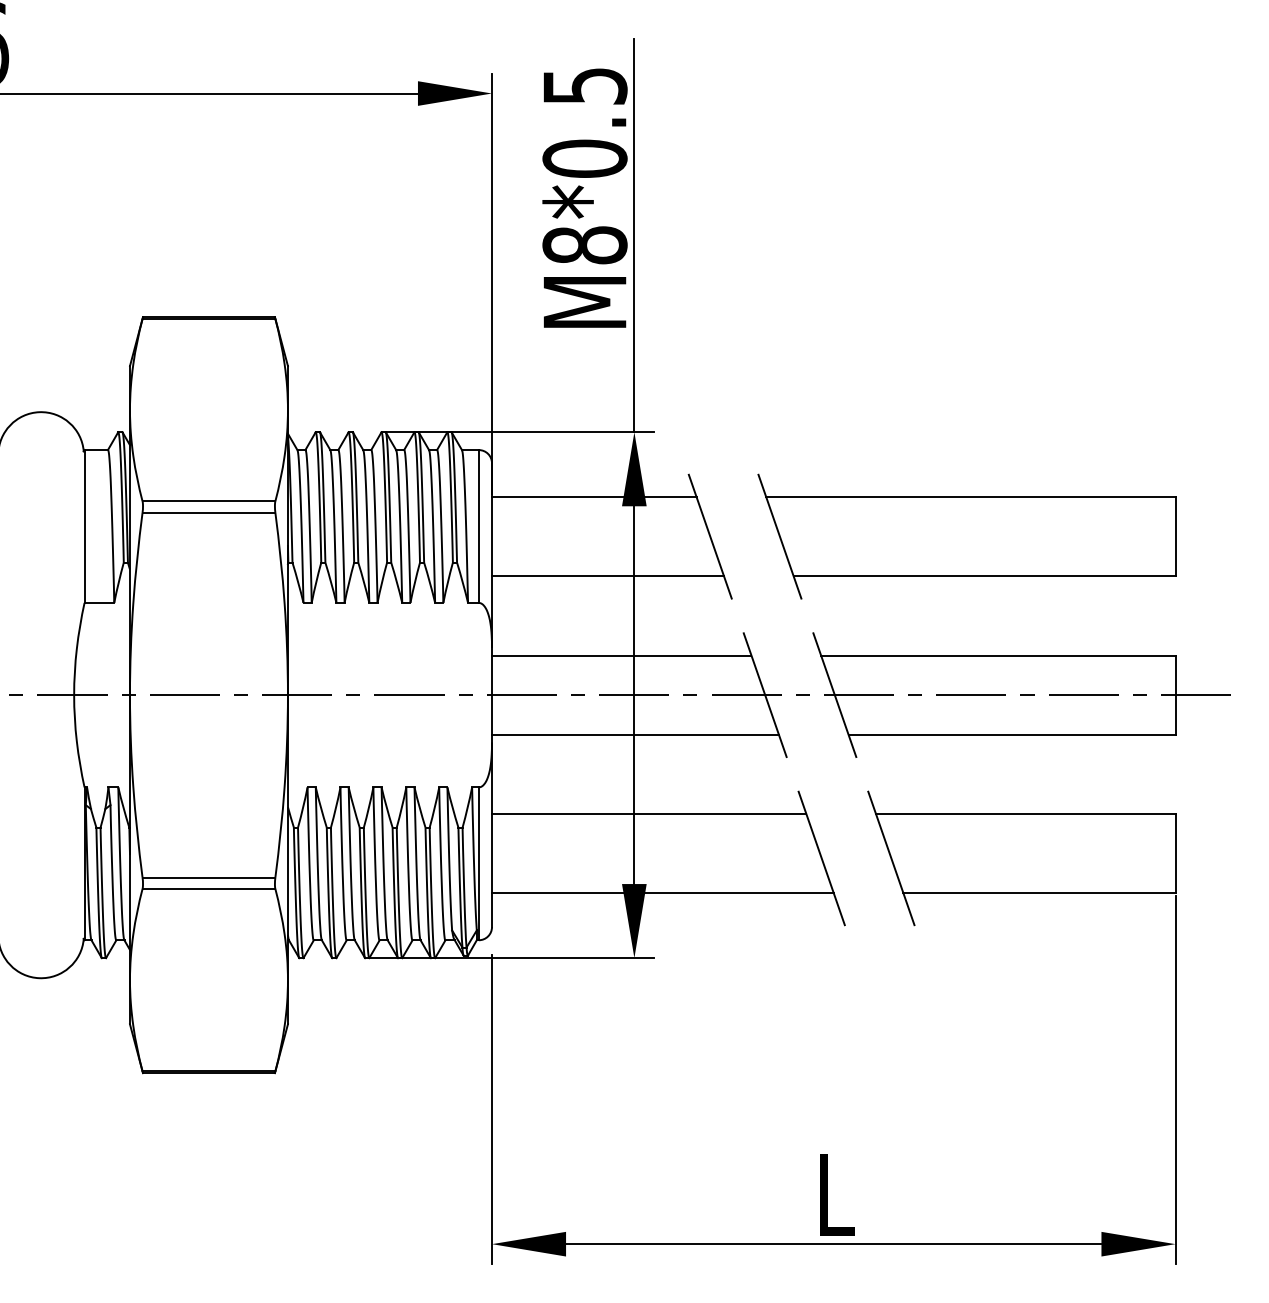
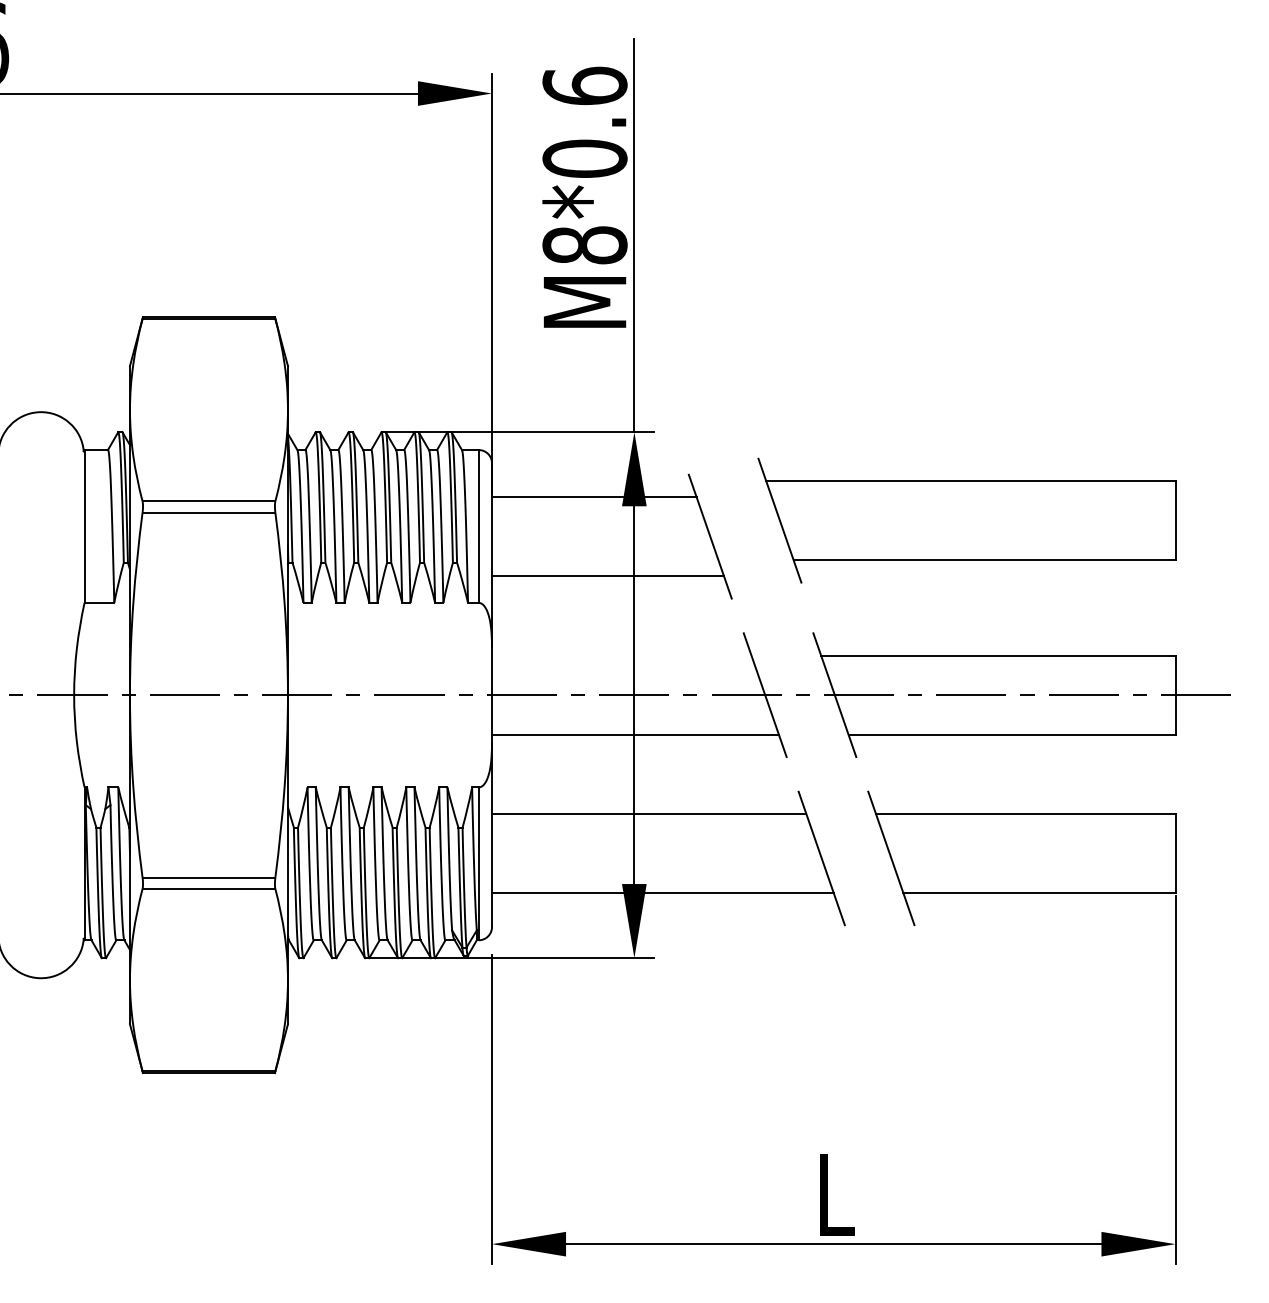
text at (584, 85): M8*0.5 -> M8*0.6
part at (966, 536) position: (966, 536) -> (966, 520)
line at (621, 655): present -> none
